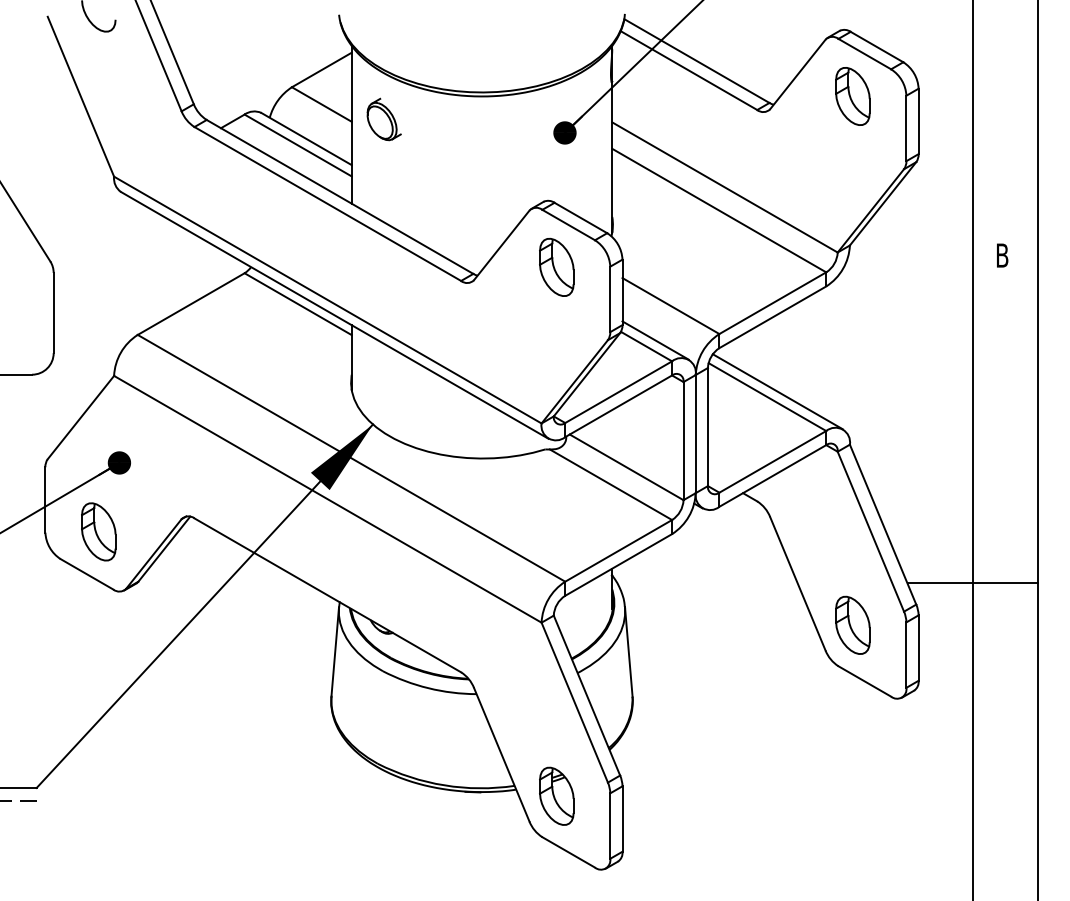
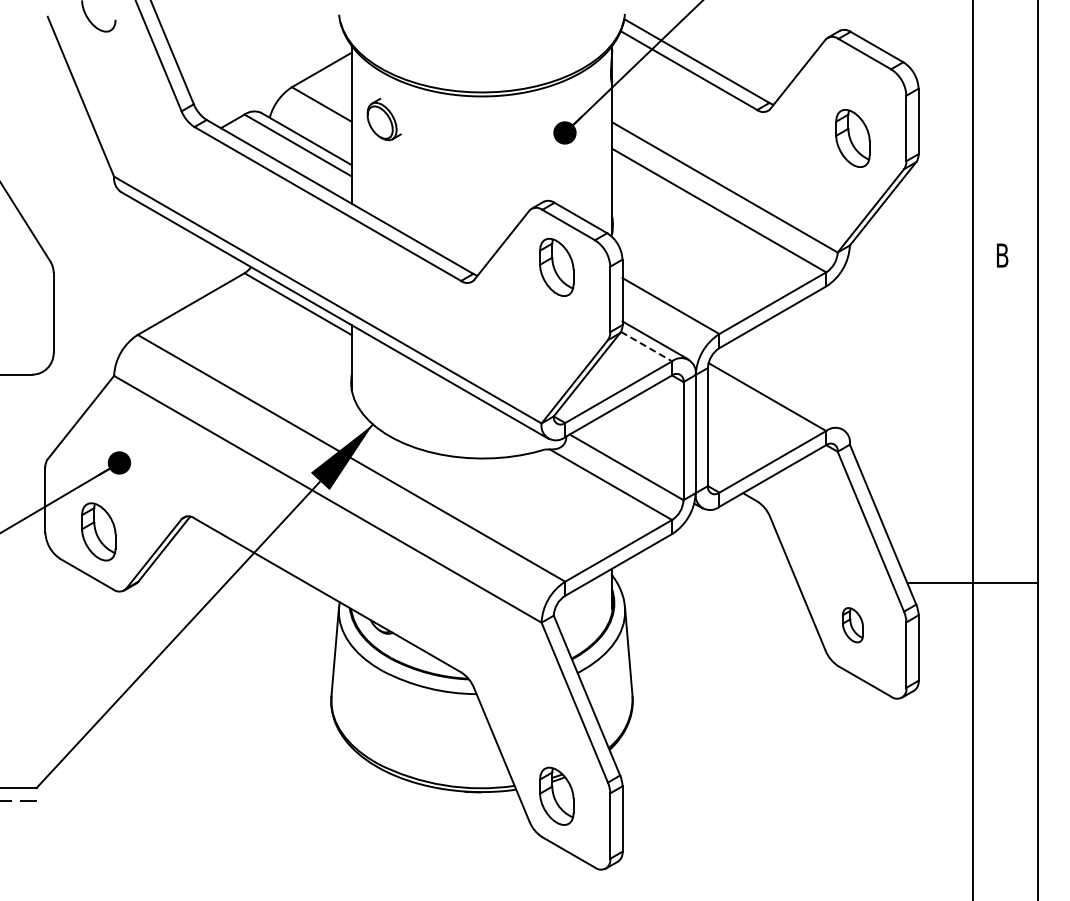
part at (852, 96) position: (852, 96) -> (852, 138)
line at (646, 346): solid -> dashed
line at (777, 391): present -> none
part at (852, 624) size: 36x60 px -> 23x37 px
